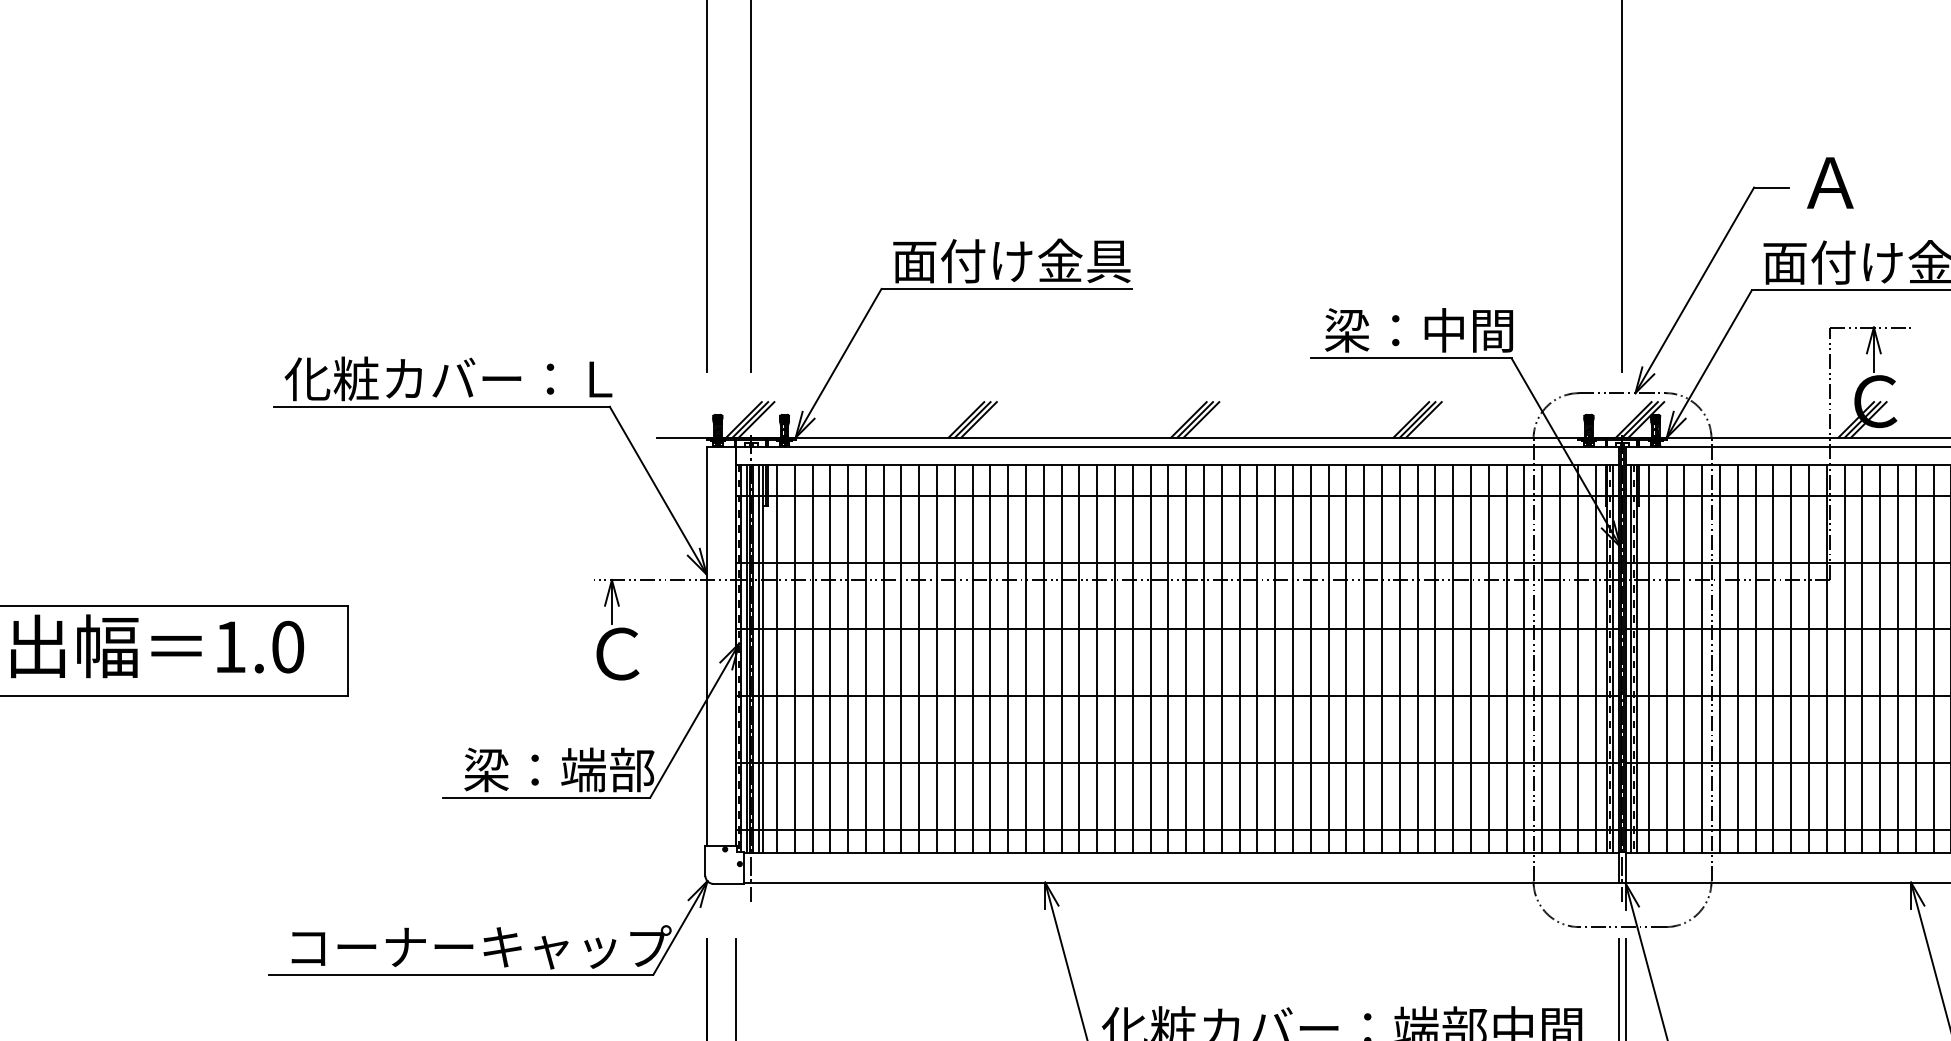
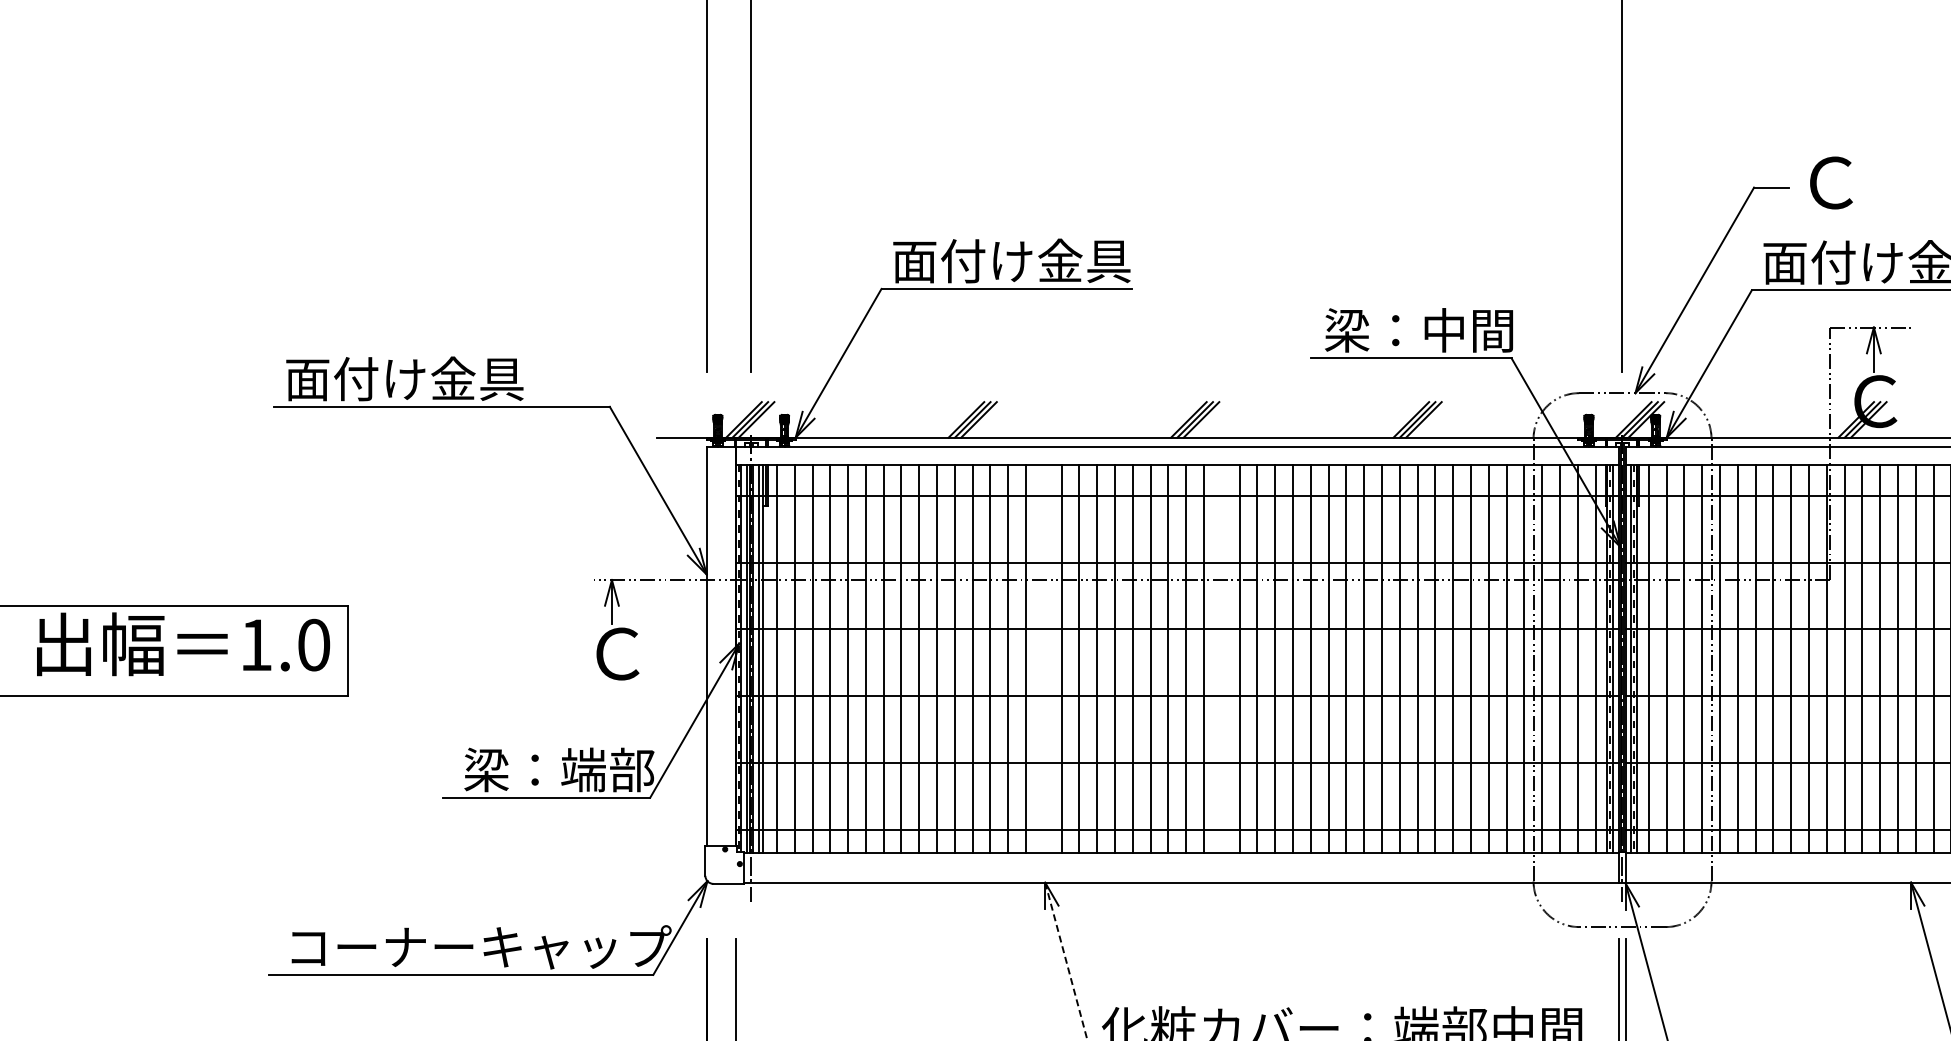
text at (1830, 182): Ａ -> Ｃ
text at (448, 378): 化粧カバー：Ｌ -> 面付け金具
text at (157, 646) position: (157, 646) -> (183, 644)
line at (1043, 658): present -> none
line at (1221, 658): present -> none
line at (1066, 961): solid -> dashed
